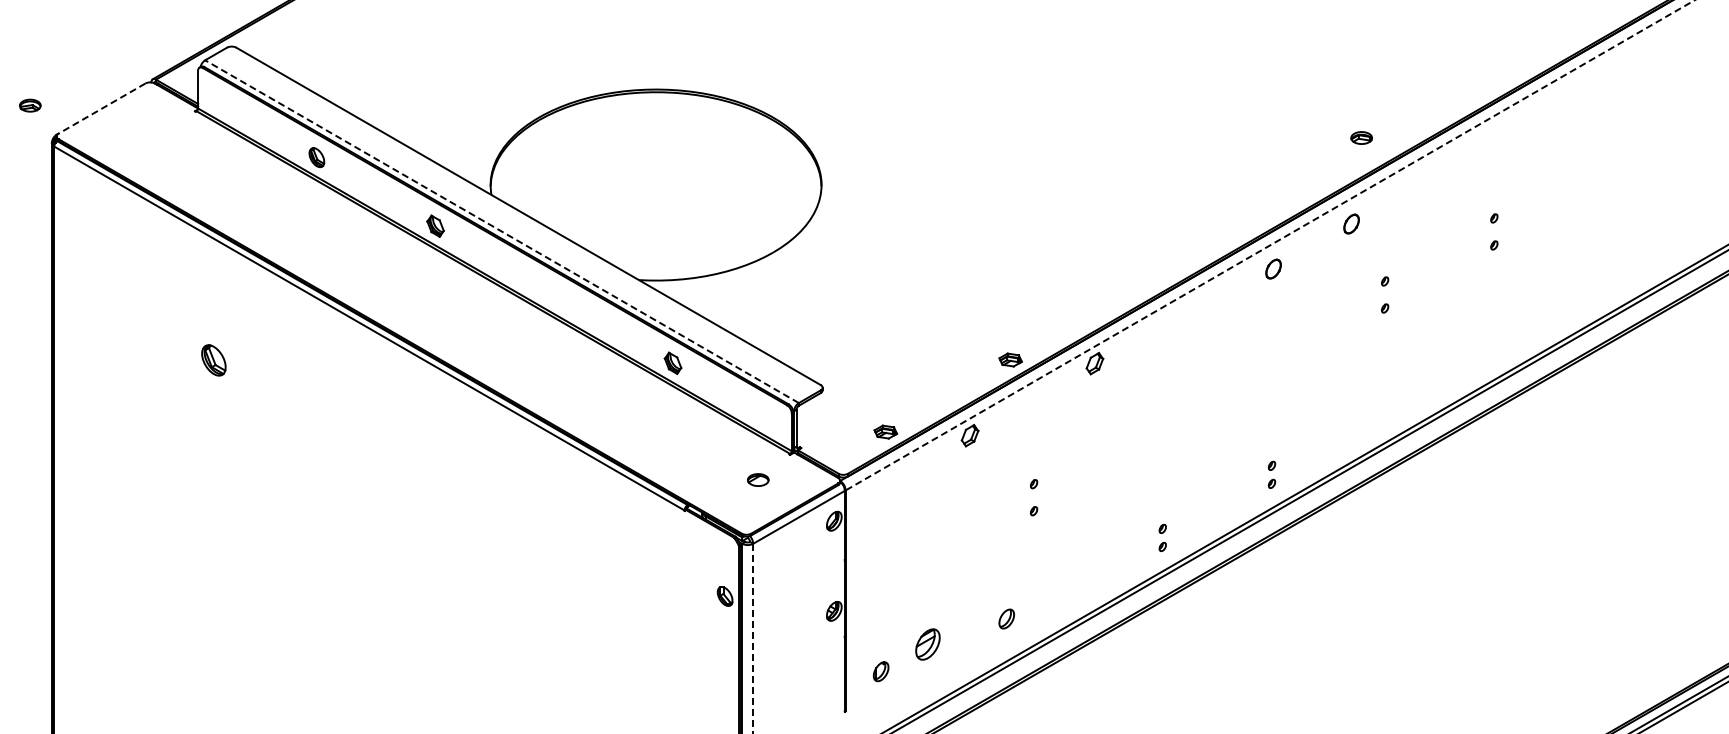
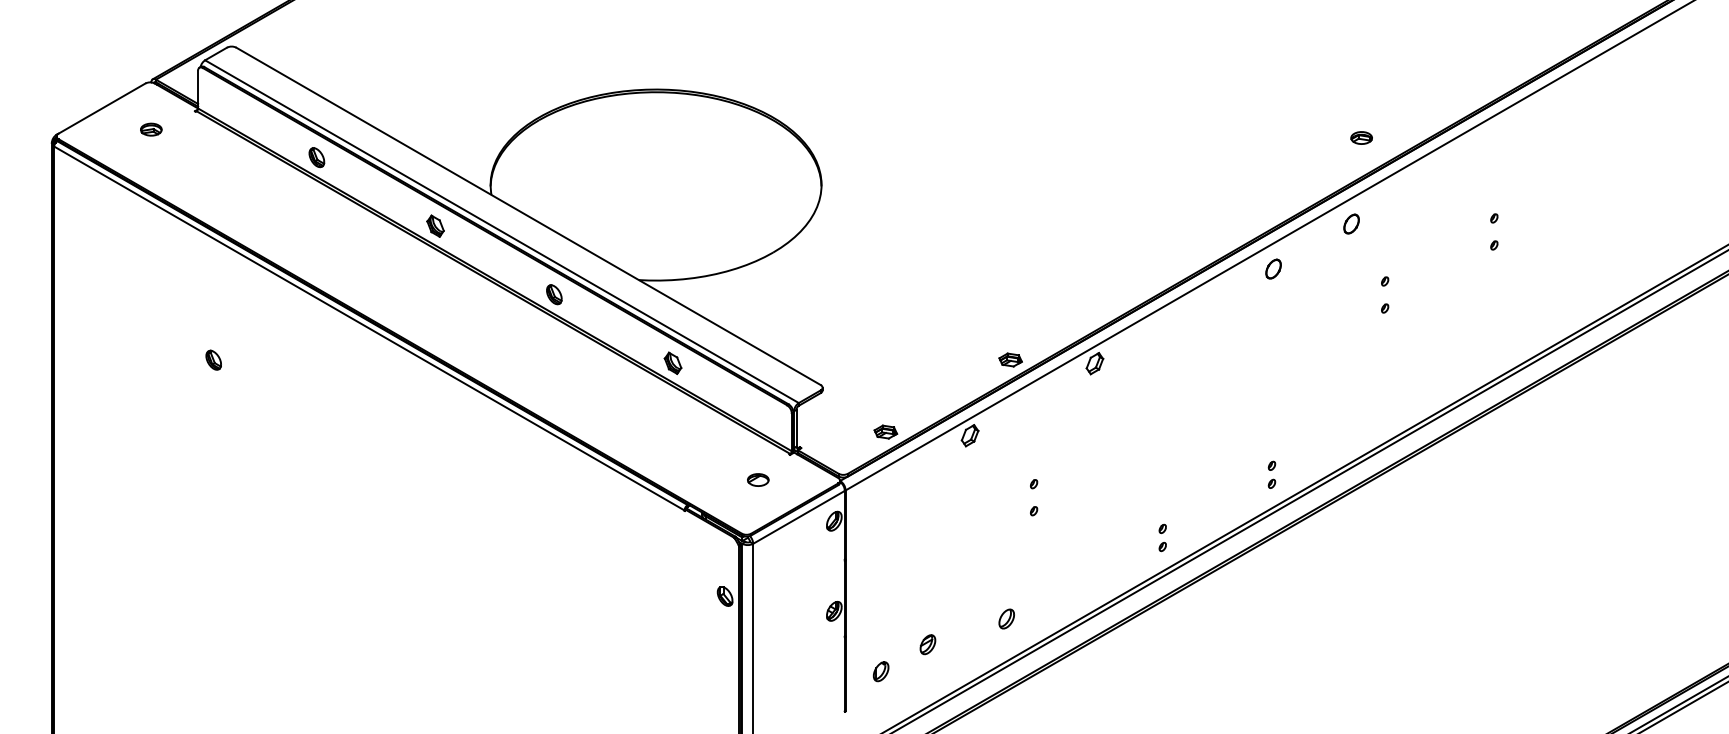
part at (30, 105) position: (30, 105) -> (151, 129)
line at (101, 108): dashed -> solid
line at (502, 231): dashed -> solid
line at (1269, 245): dashed -> solid
part at (554, 294): none -> present
part at (213, 360) size: 26x33 px -> 17x22 px
line at (753, 638): dashed -> solid
part at (927, 644) size: 26x33 px -> 18x22 px
